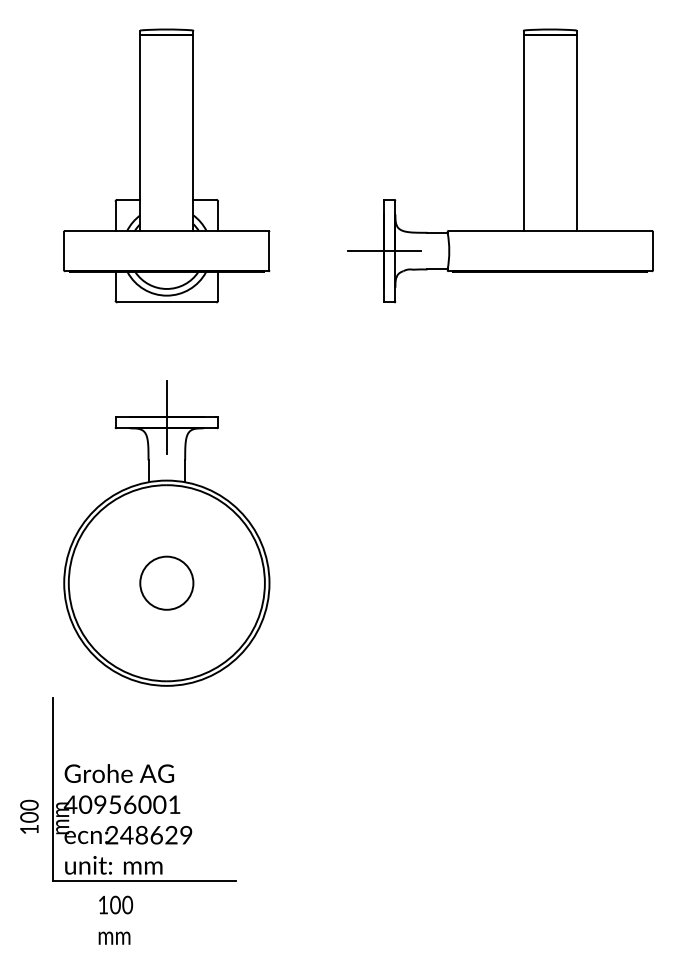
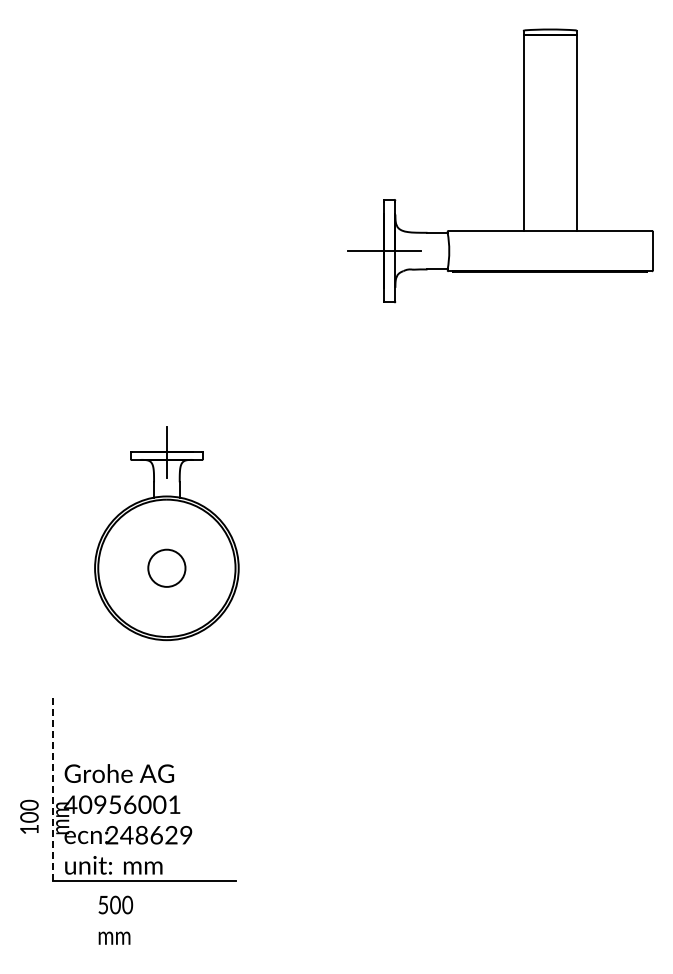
part at (166, 165): present -> none
part at (166, 533) size: 208x307 px -> 146x216 px
line at (52, 789): solid -> dashed
text at (102, 904): 100 -> 500
